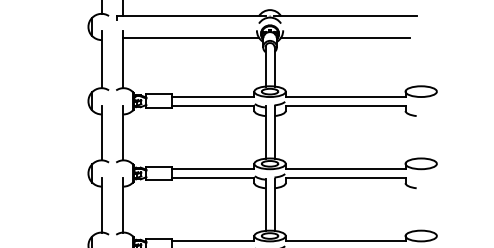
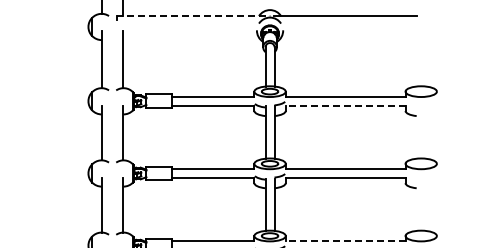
line at (191, 16): solid -> dashed
line at (191, 37): present -> none
line at (345, 37): present -> none
line at (345, 105): solid -> dashed
line at (345, 241): solid -> dashed
